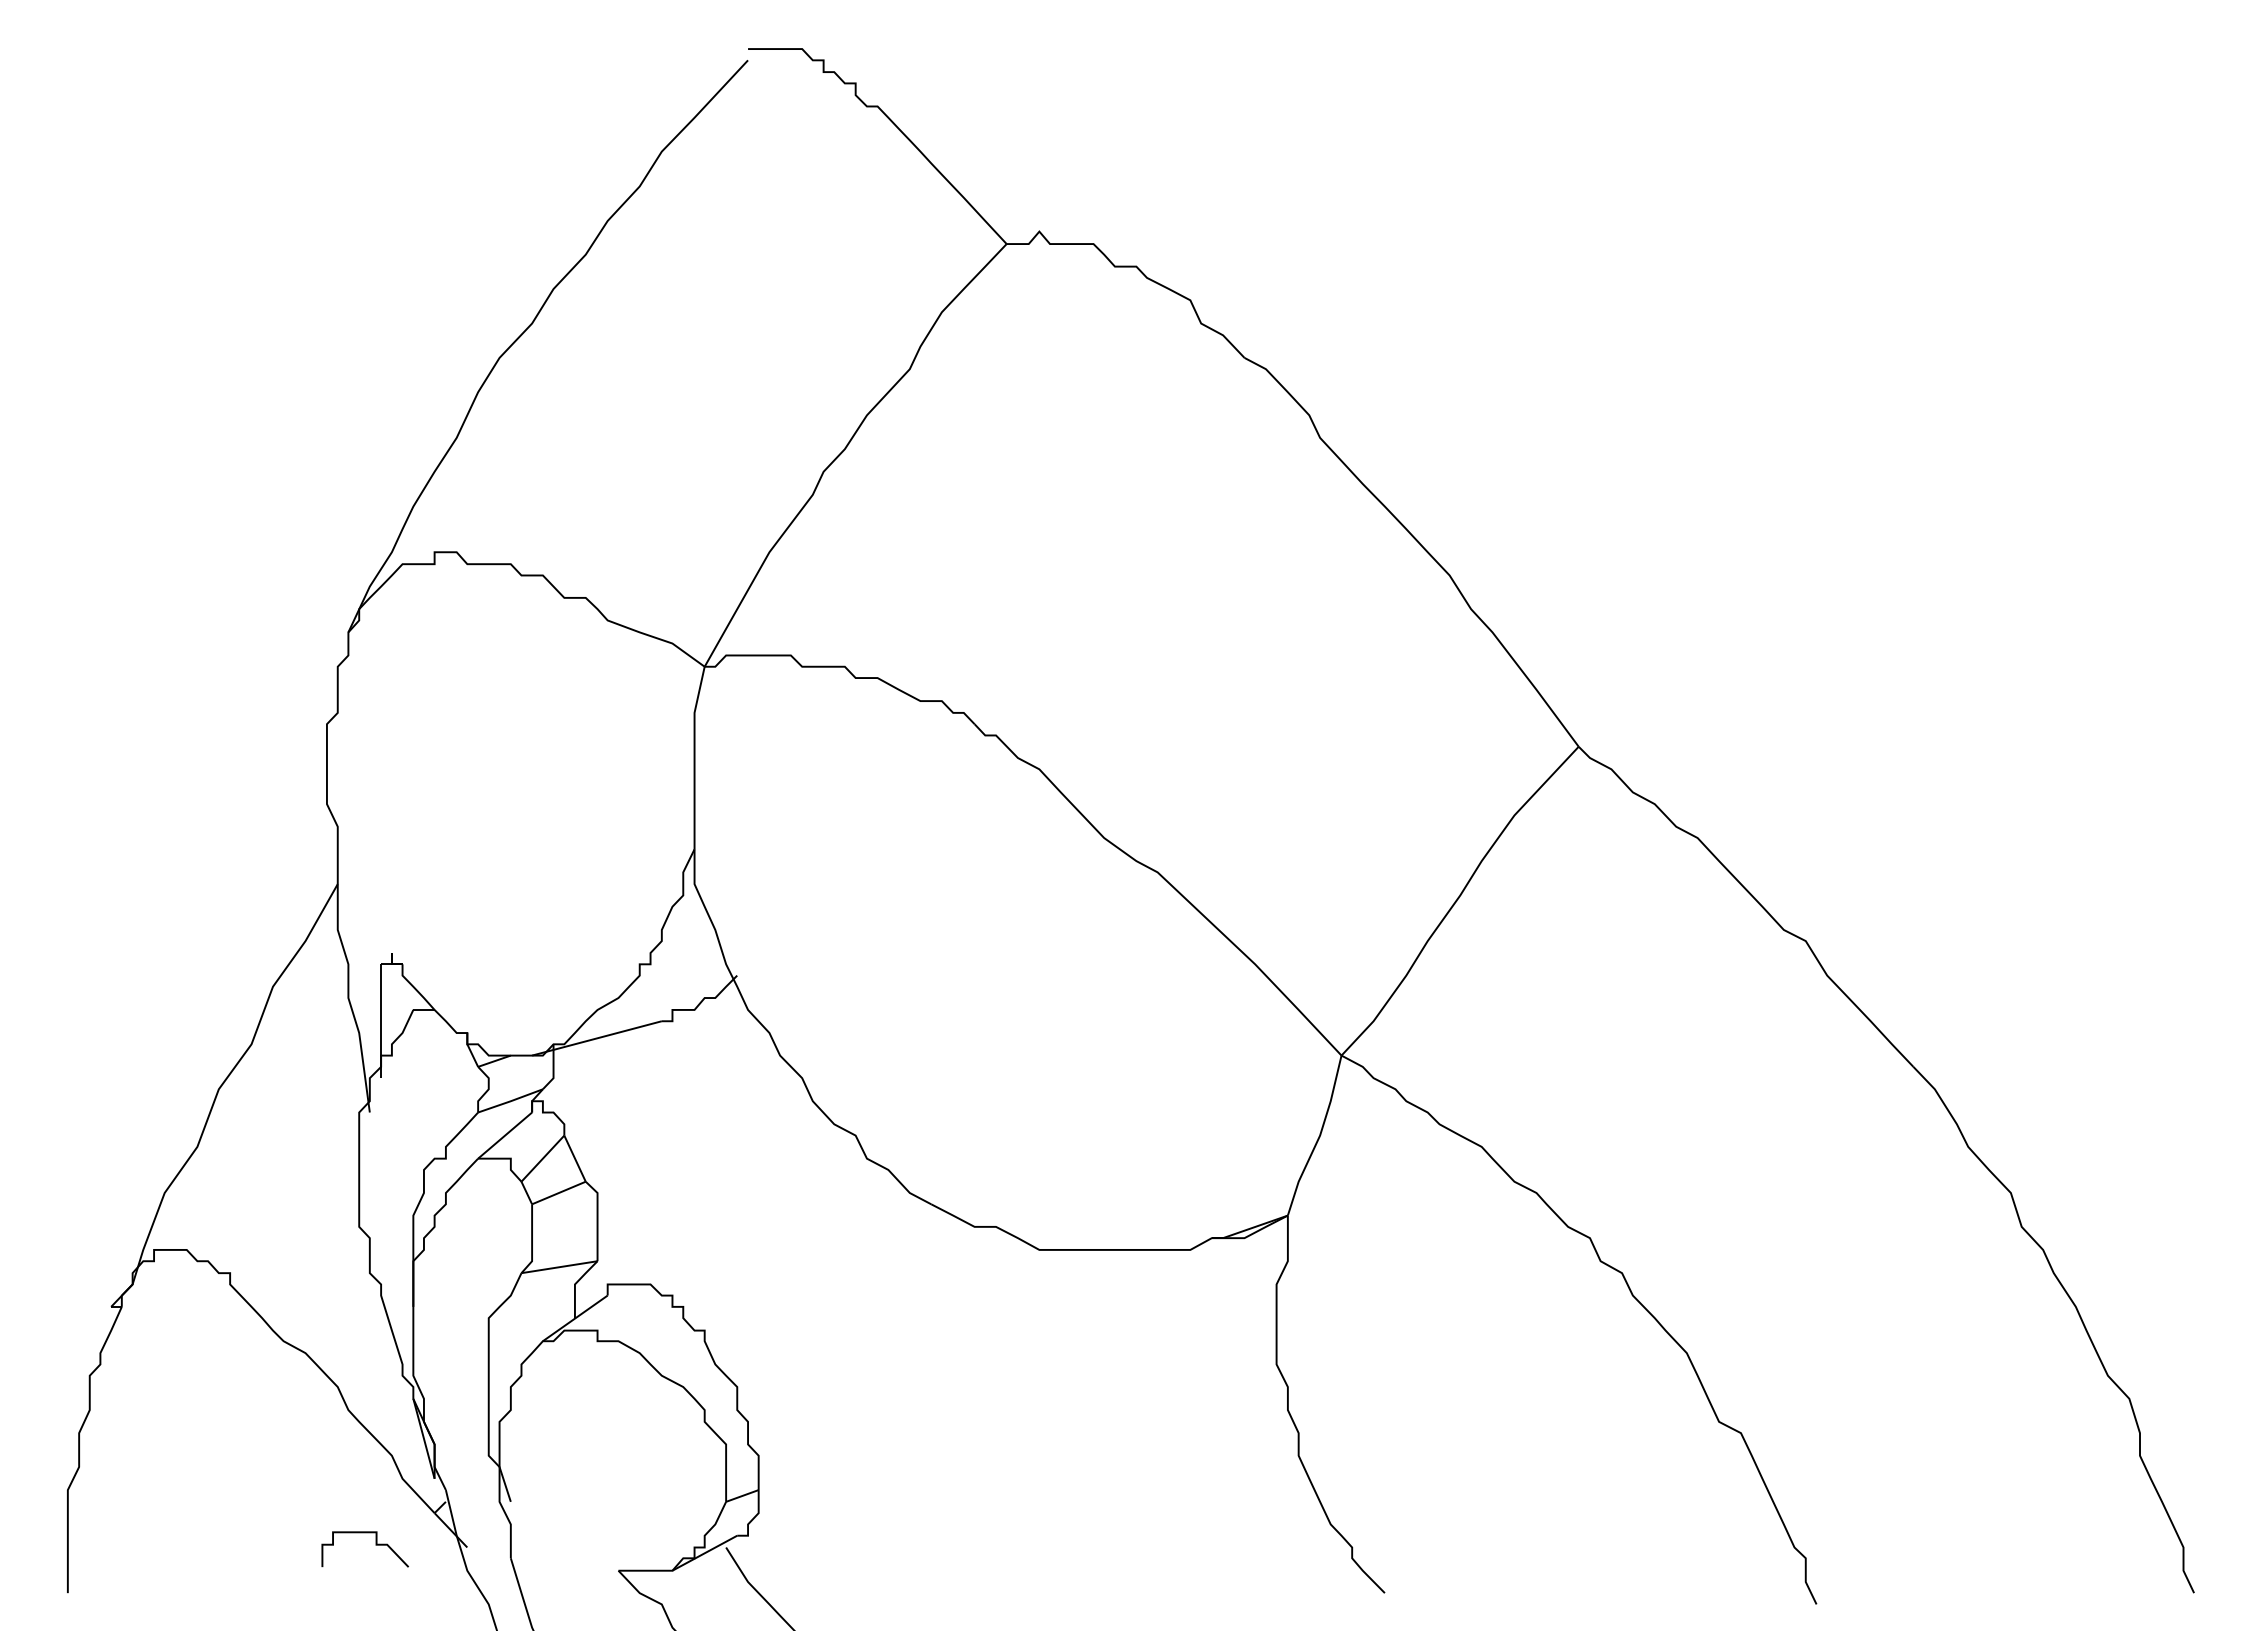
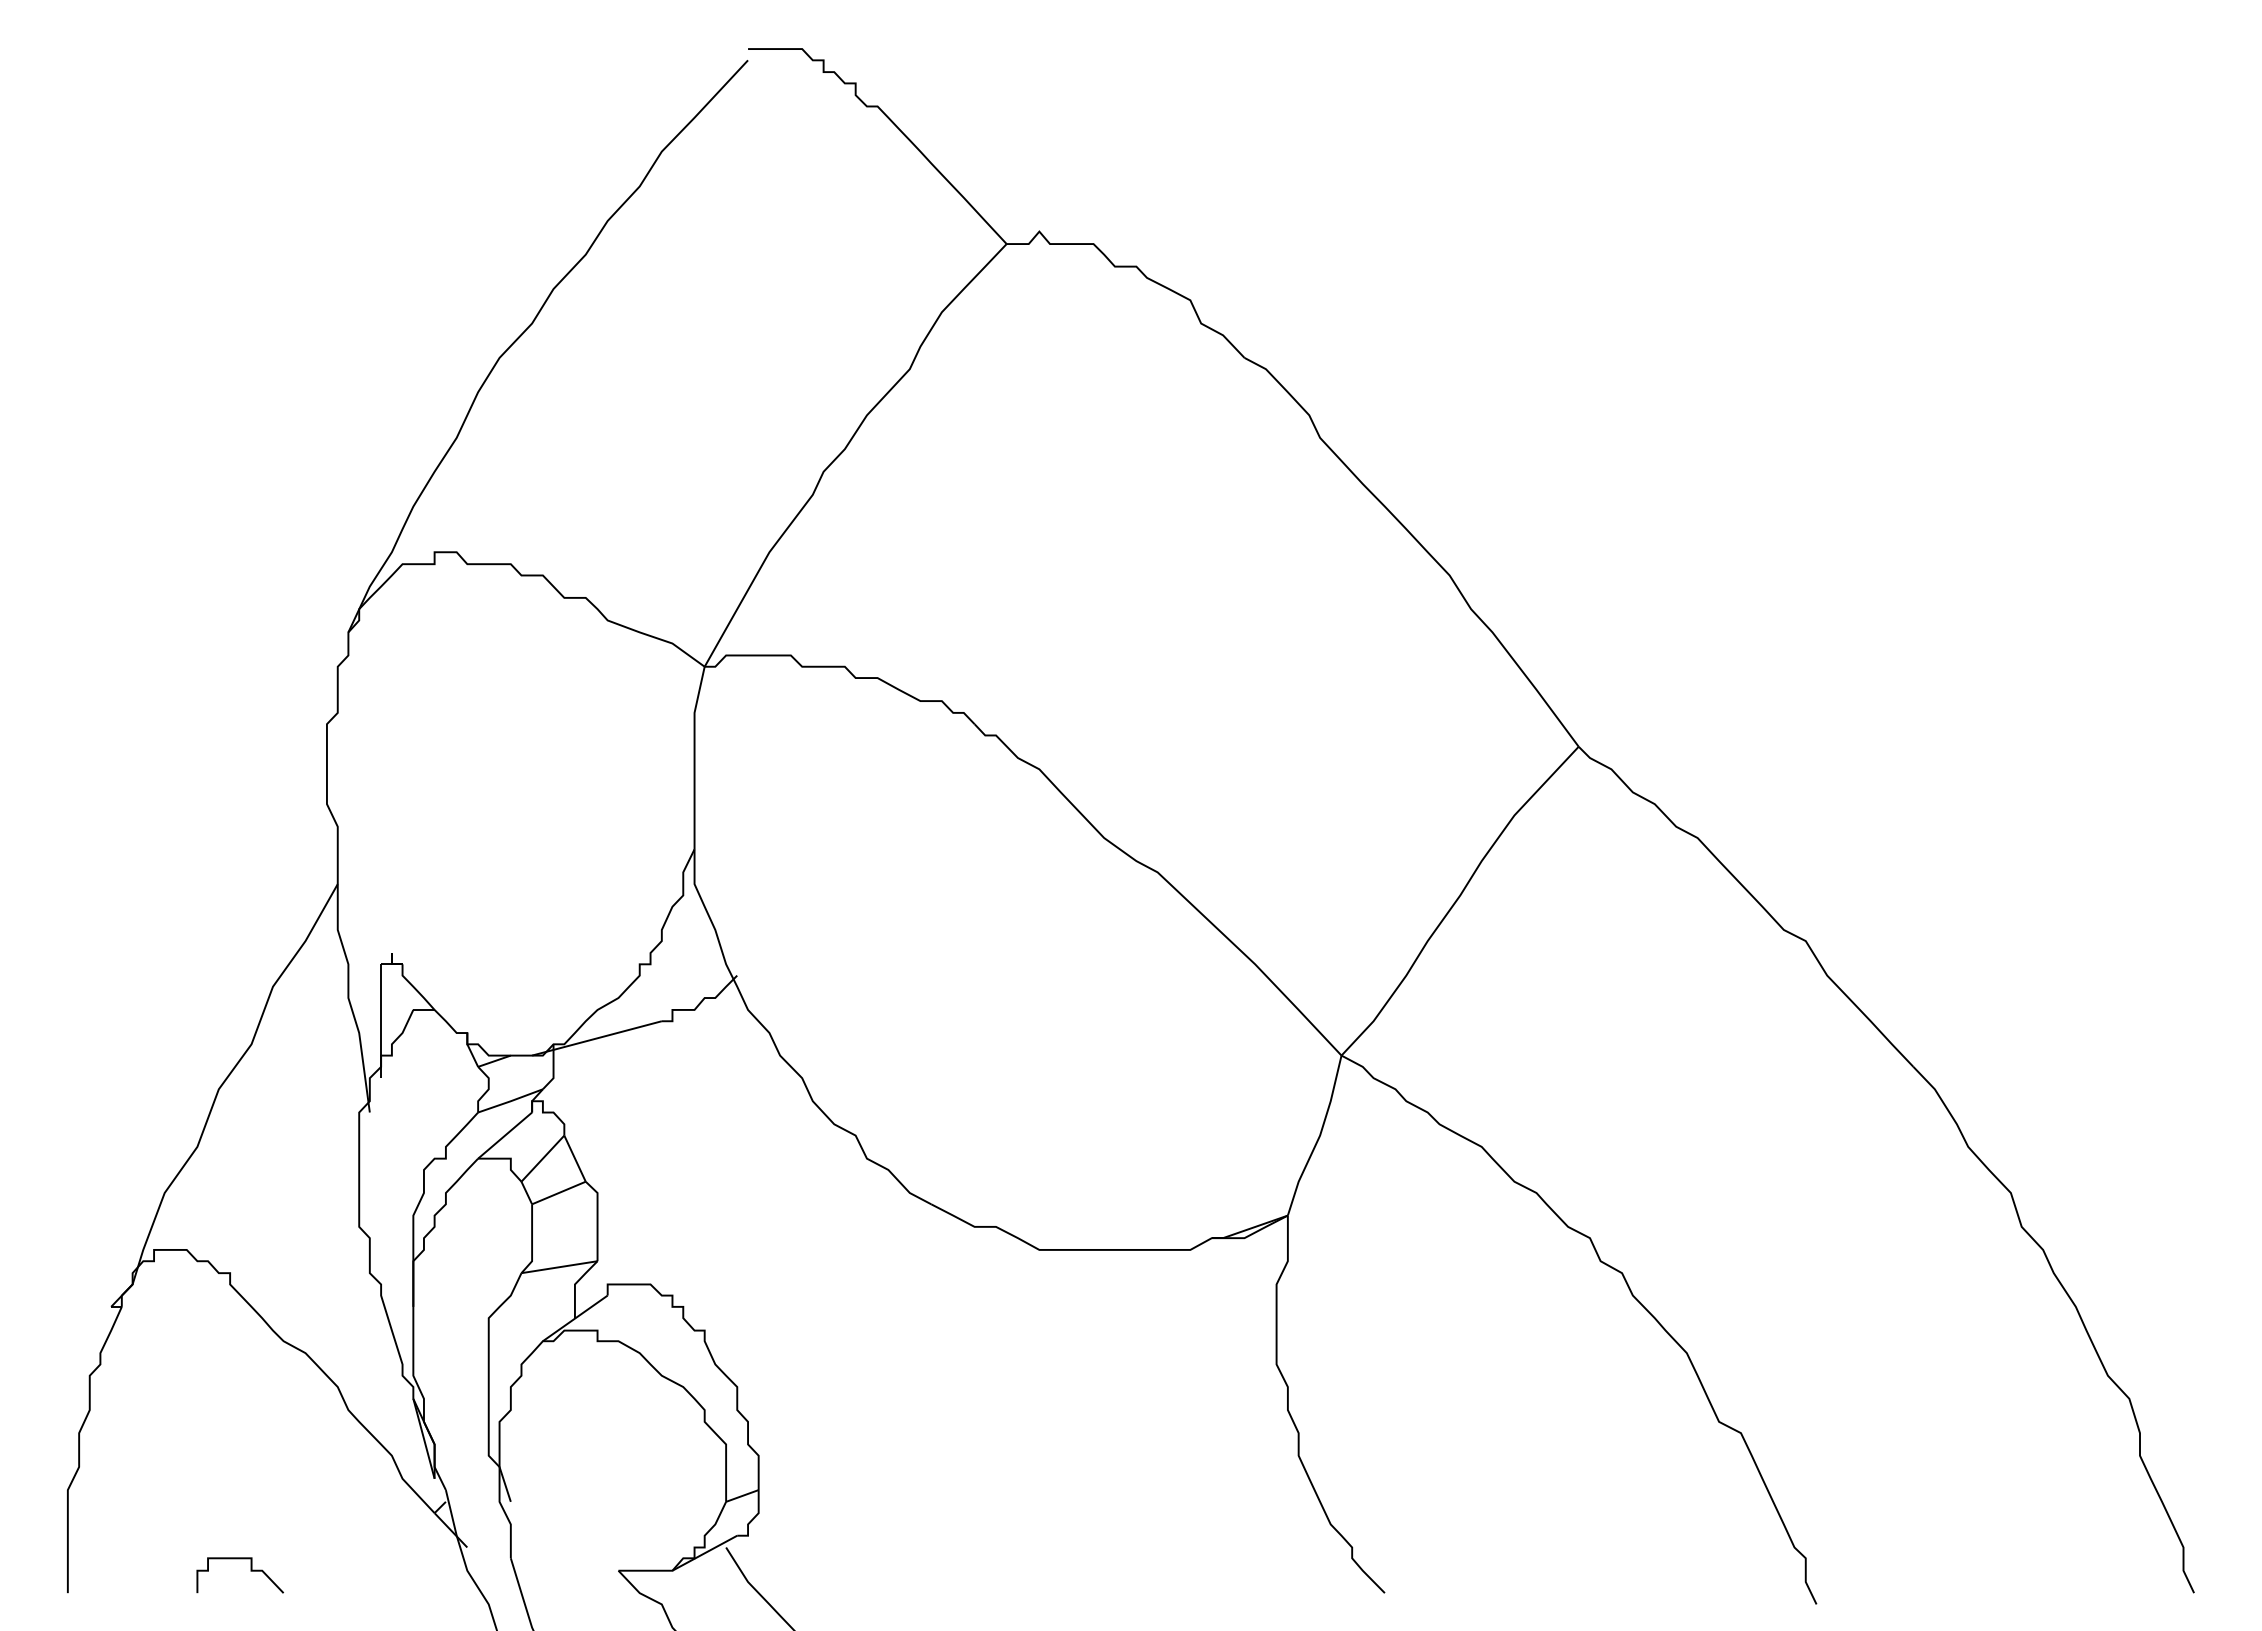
curve at (375, 1545) position: (375, 1545) -> (250, 1571)
